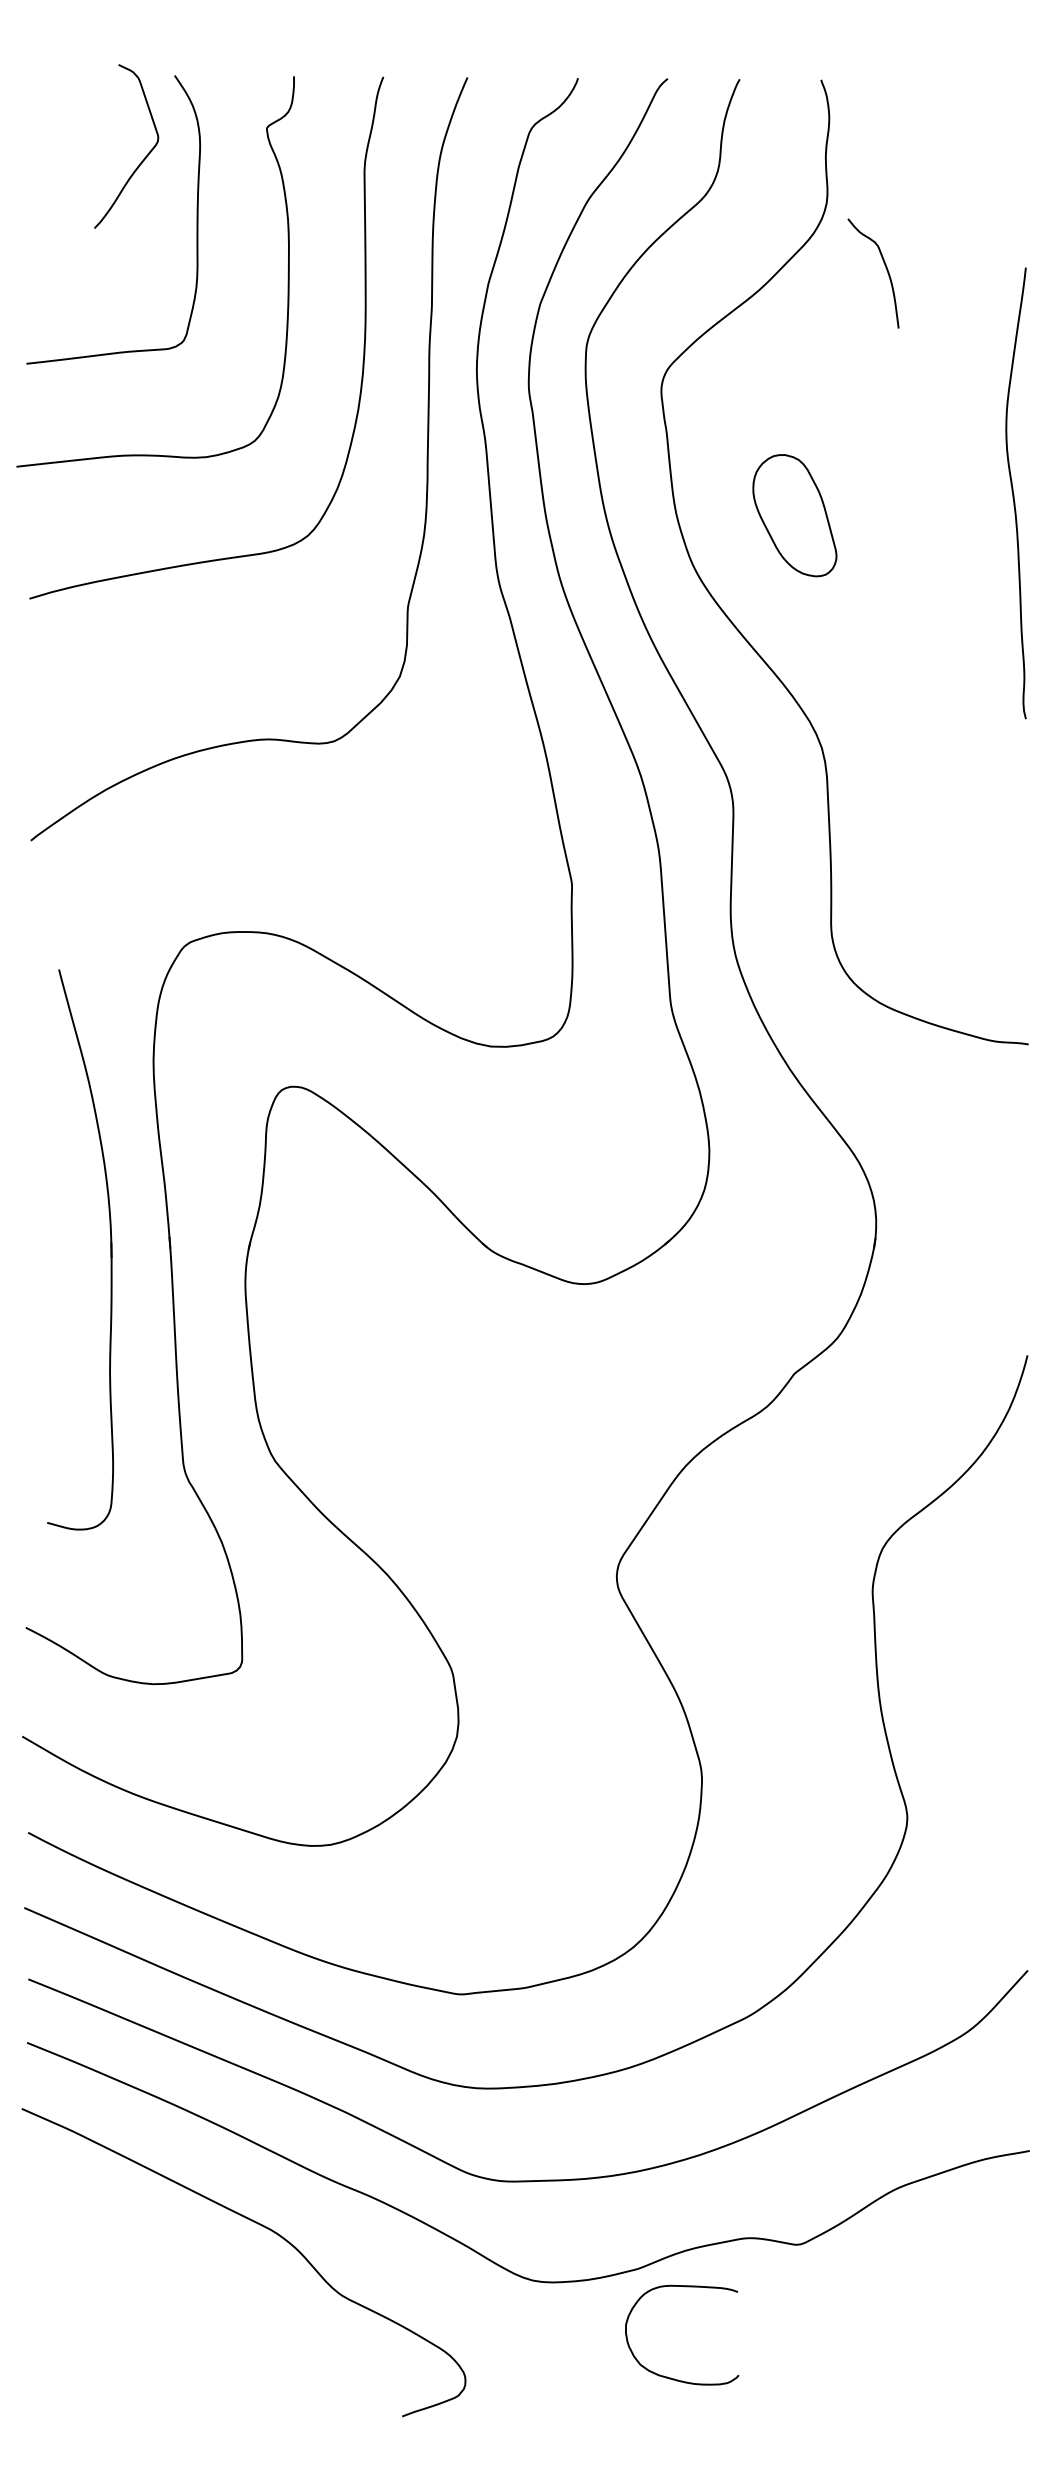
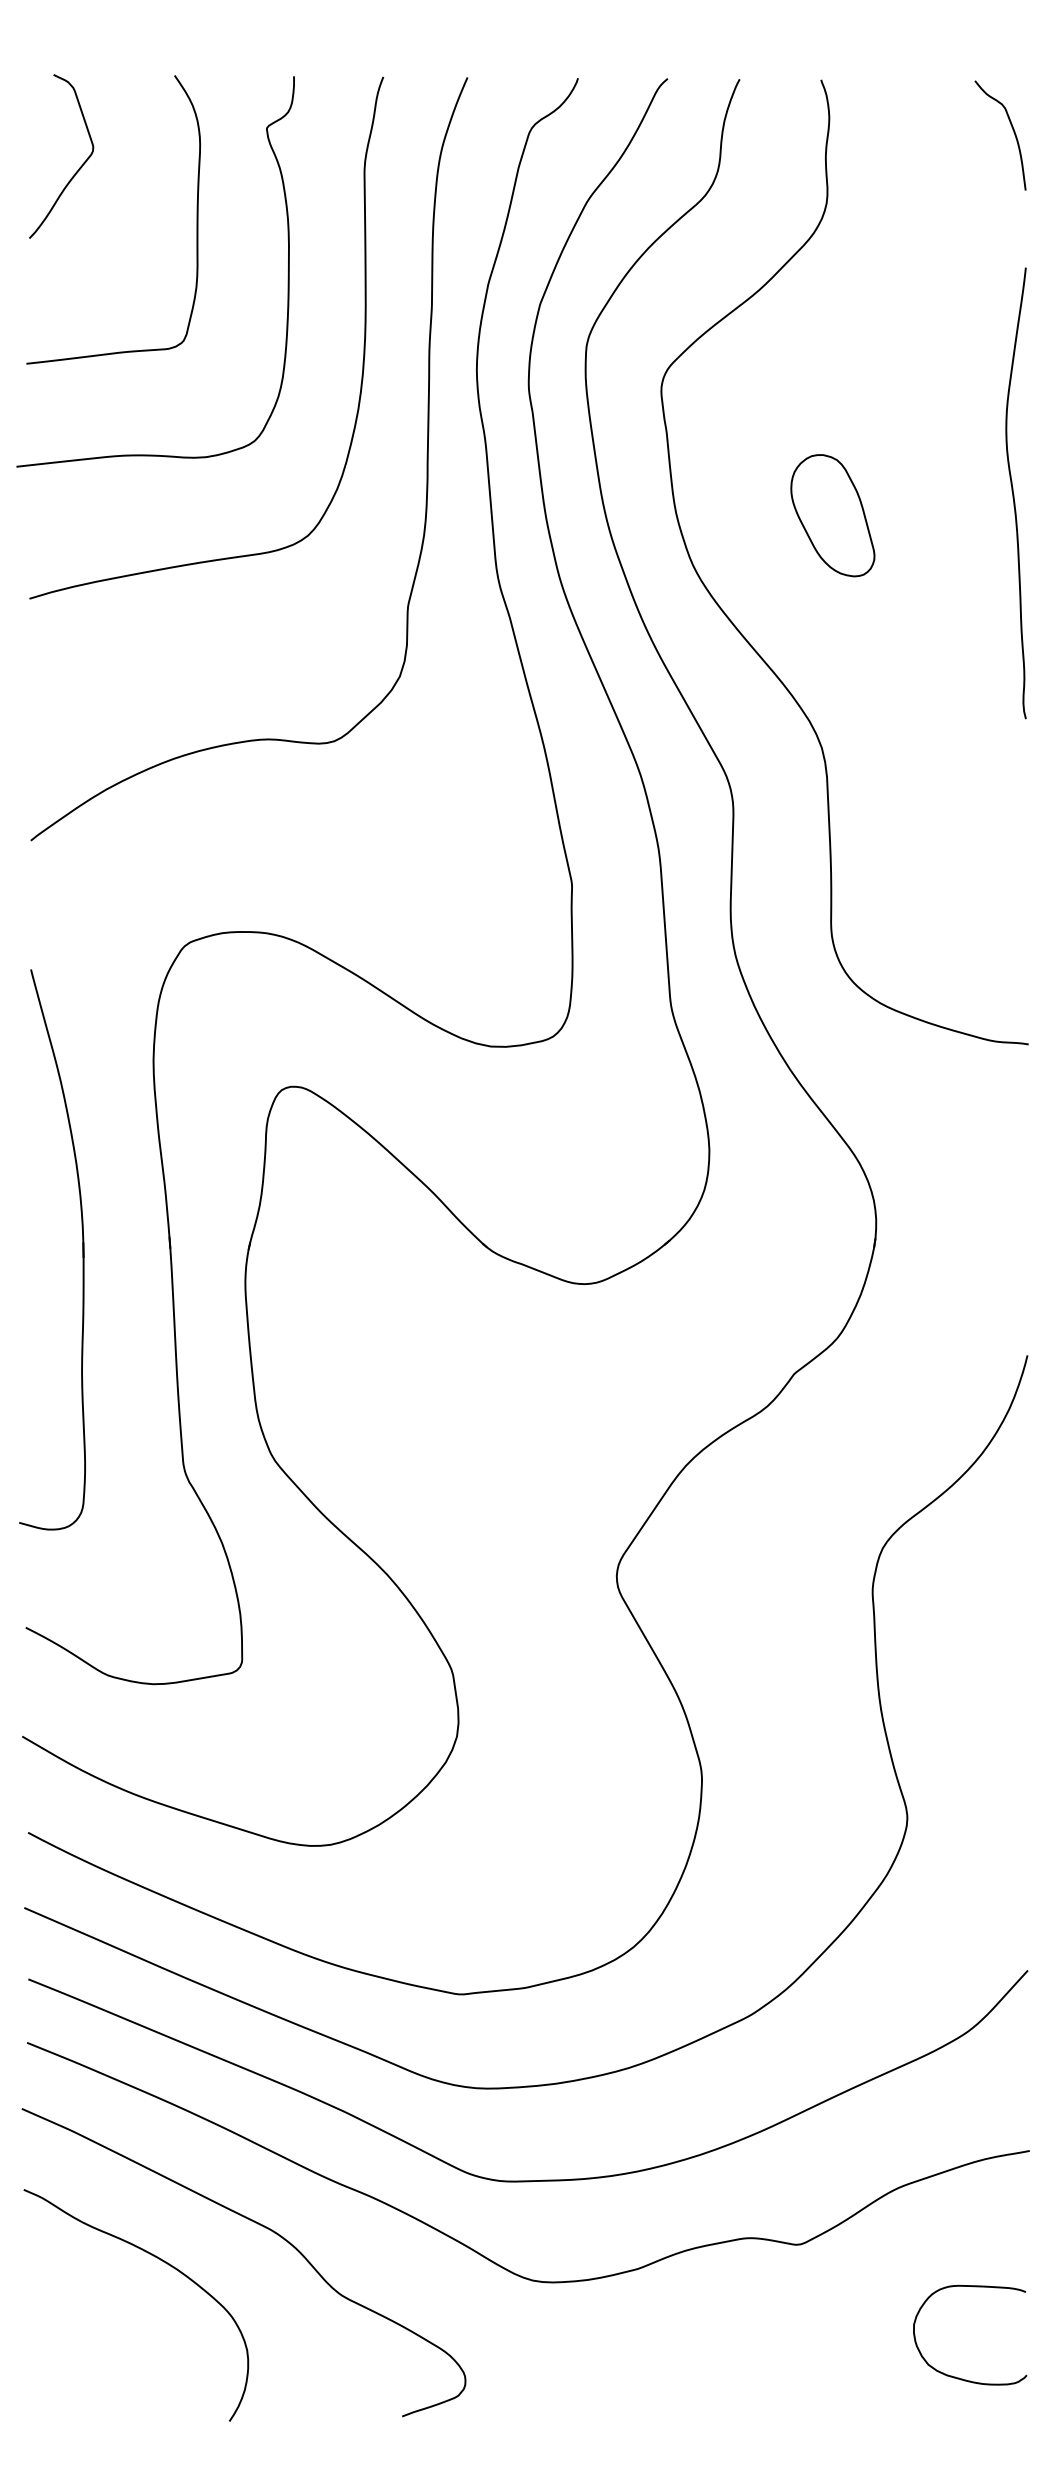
curve at (143, 158) position: (143, 158) -> (78, 168)
curve at (885, 268) position: (885, 268) -> (1012, 130)
part at (794, 515) position: (794, 515) -> (832, 515)
part at (110, 1249) position: (110, 1249) -> (82, 1249)
curve at (163, 2262): none -> present
part at (671, 2377) position: (671, 2377) -> (959, 2377)
